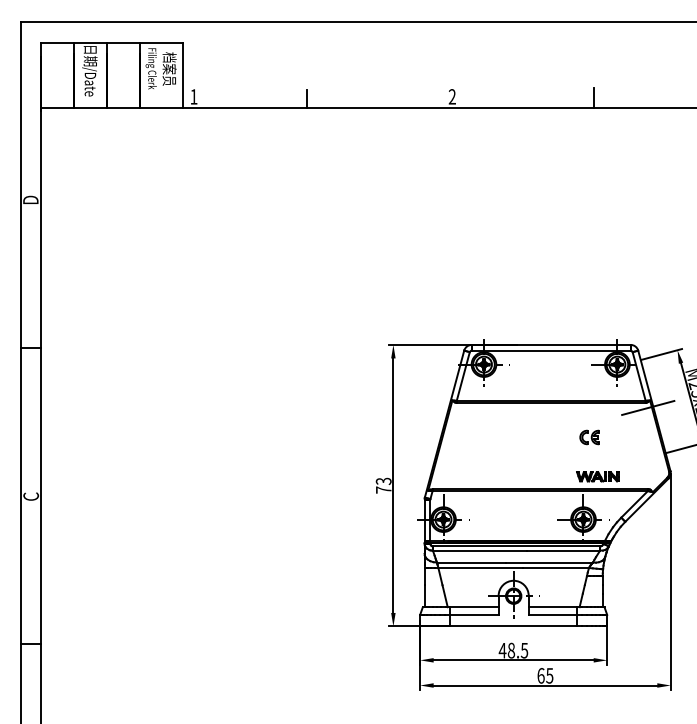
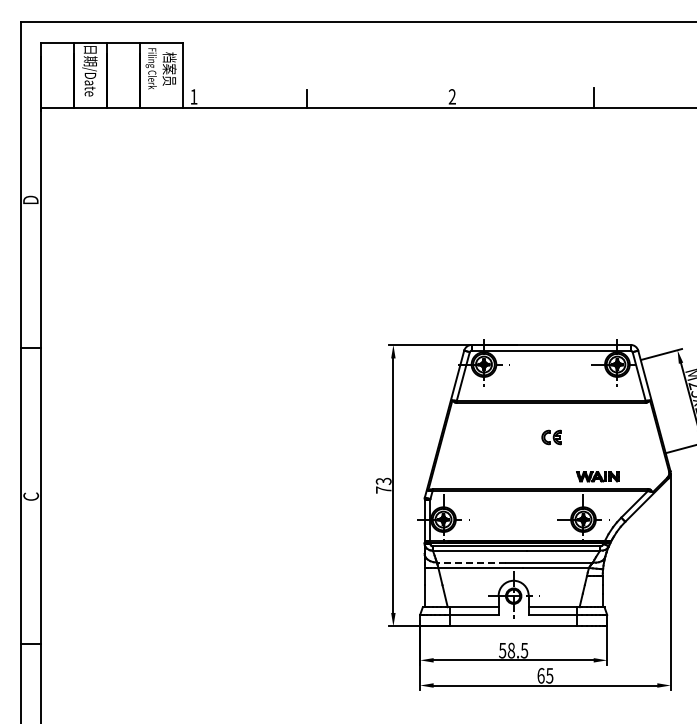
line at (648, 407): present -> none
part at (589, 437) position: (589, 437) -> (551, 437)
line at (470, 562): solid -> dashed
text at (502, 650): 48.5 -> 58.5
